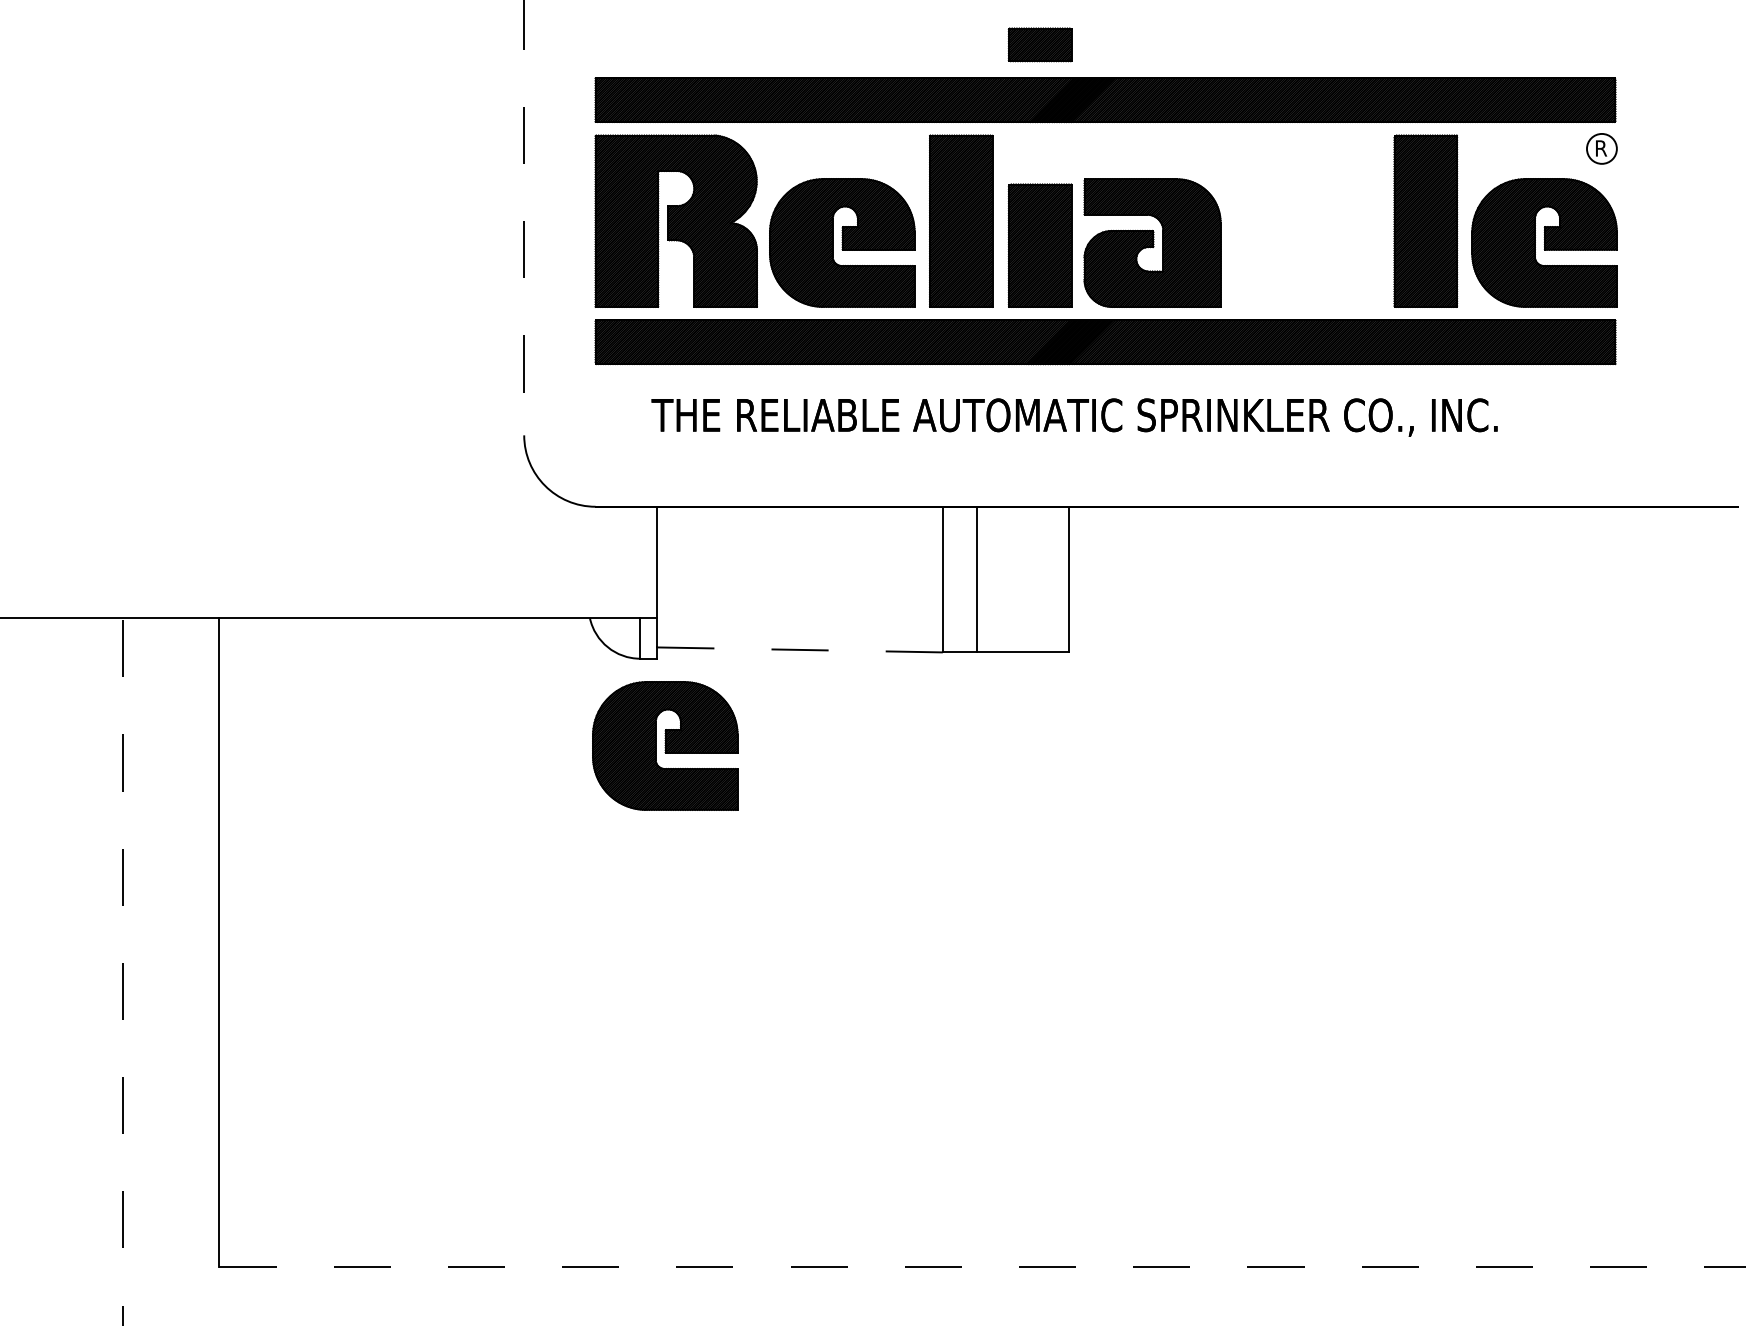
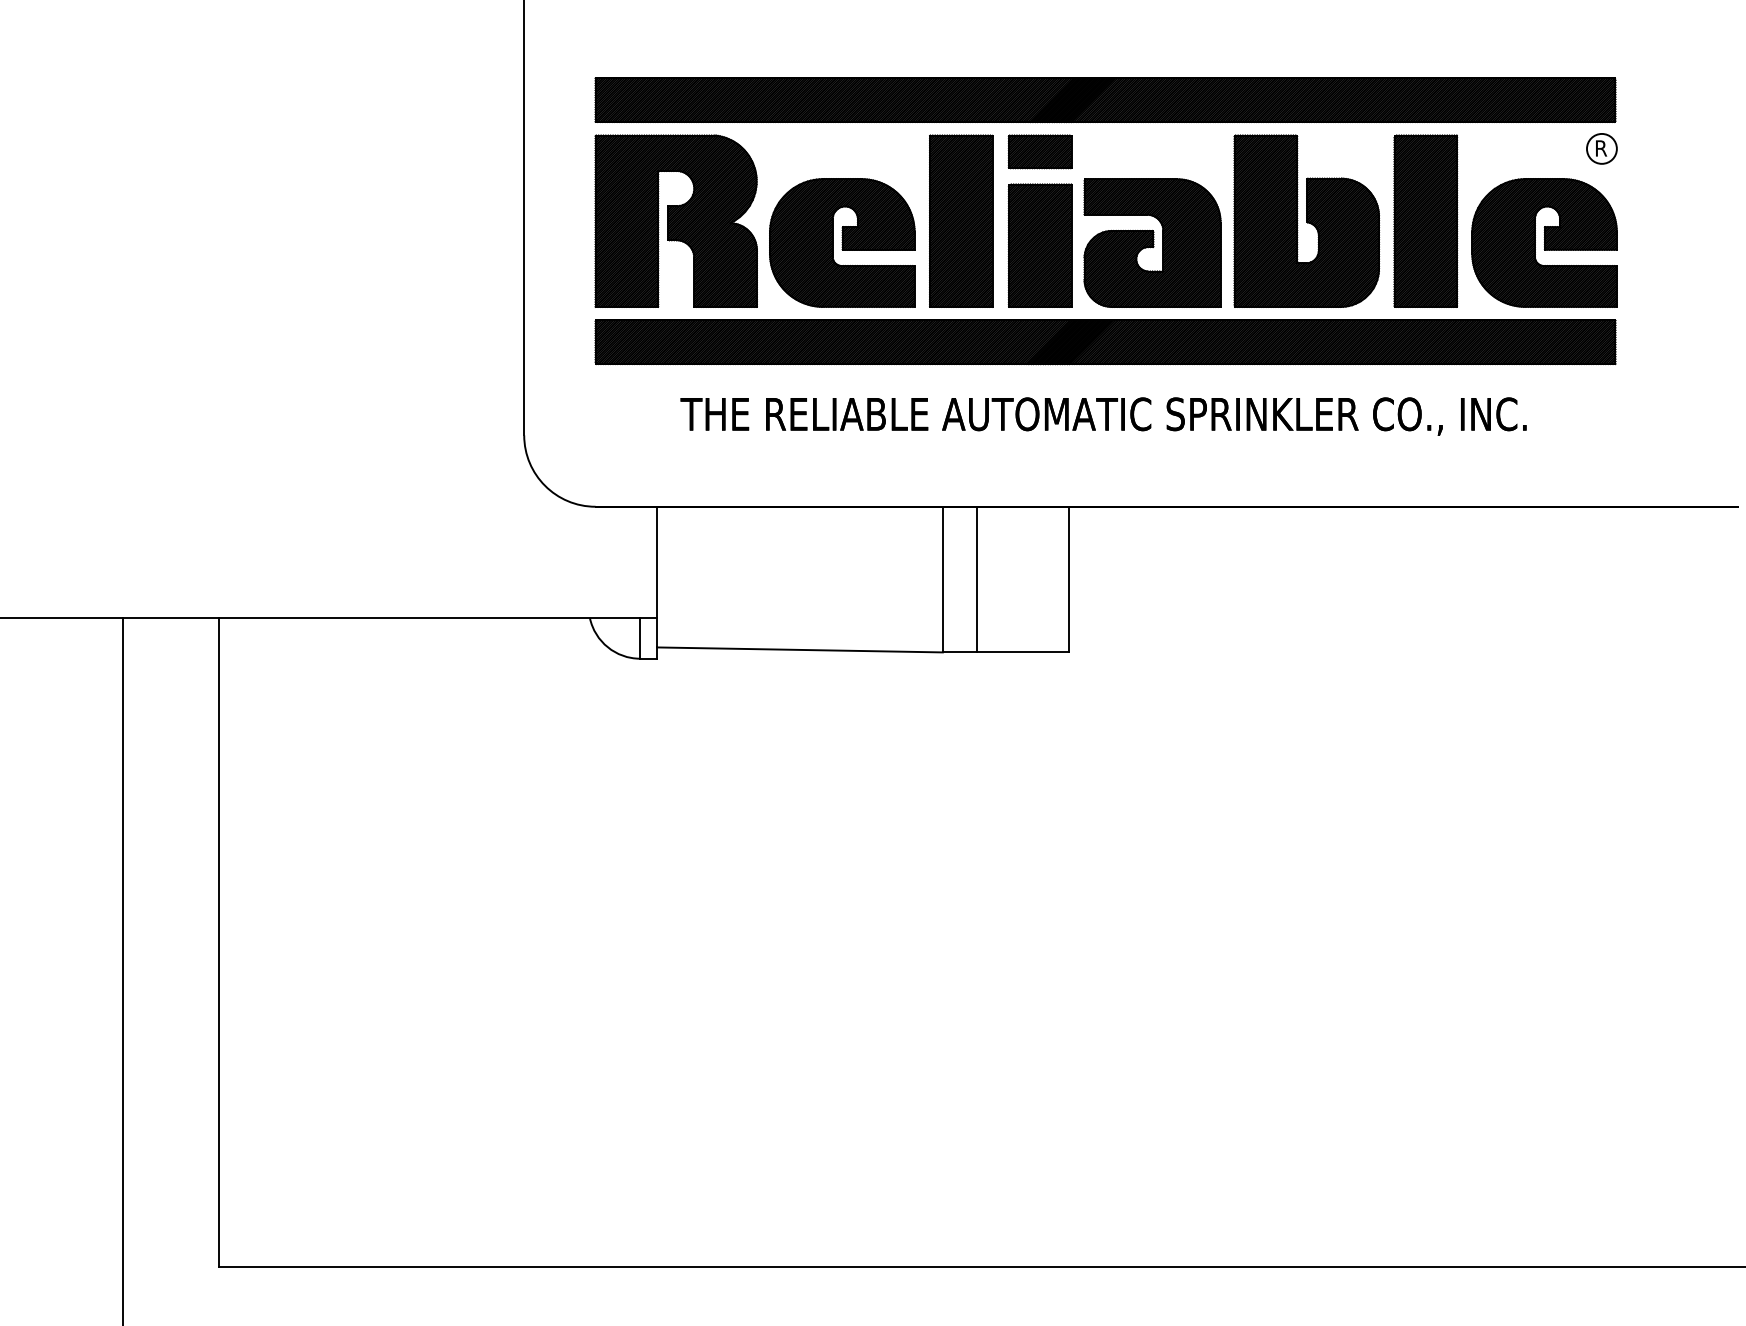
part at (1039, 44) position: (1039, 44) -> (1039, 151)
line at (524, 218): dashed -> solid
part at (1306, 220): none -> present
text at (1074, 417) position: (1074, 417) -> (1103, 416)
line at (800, 649): dashed -> solid
part at (665, 745): present -> none
line at (123, 971): dashed -> solid
line at (983, 1266): dashed -> solid
